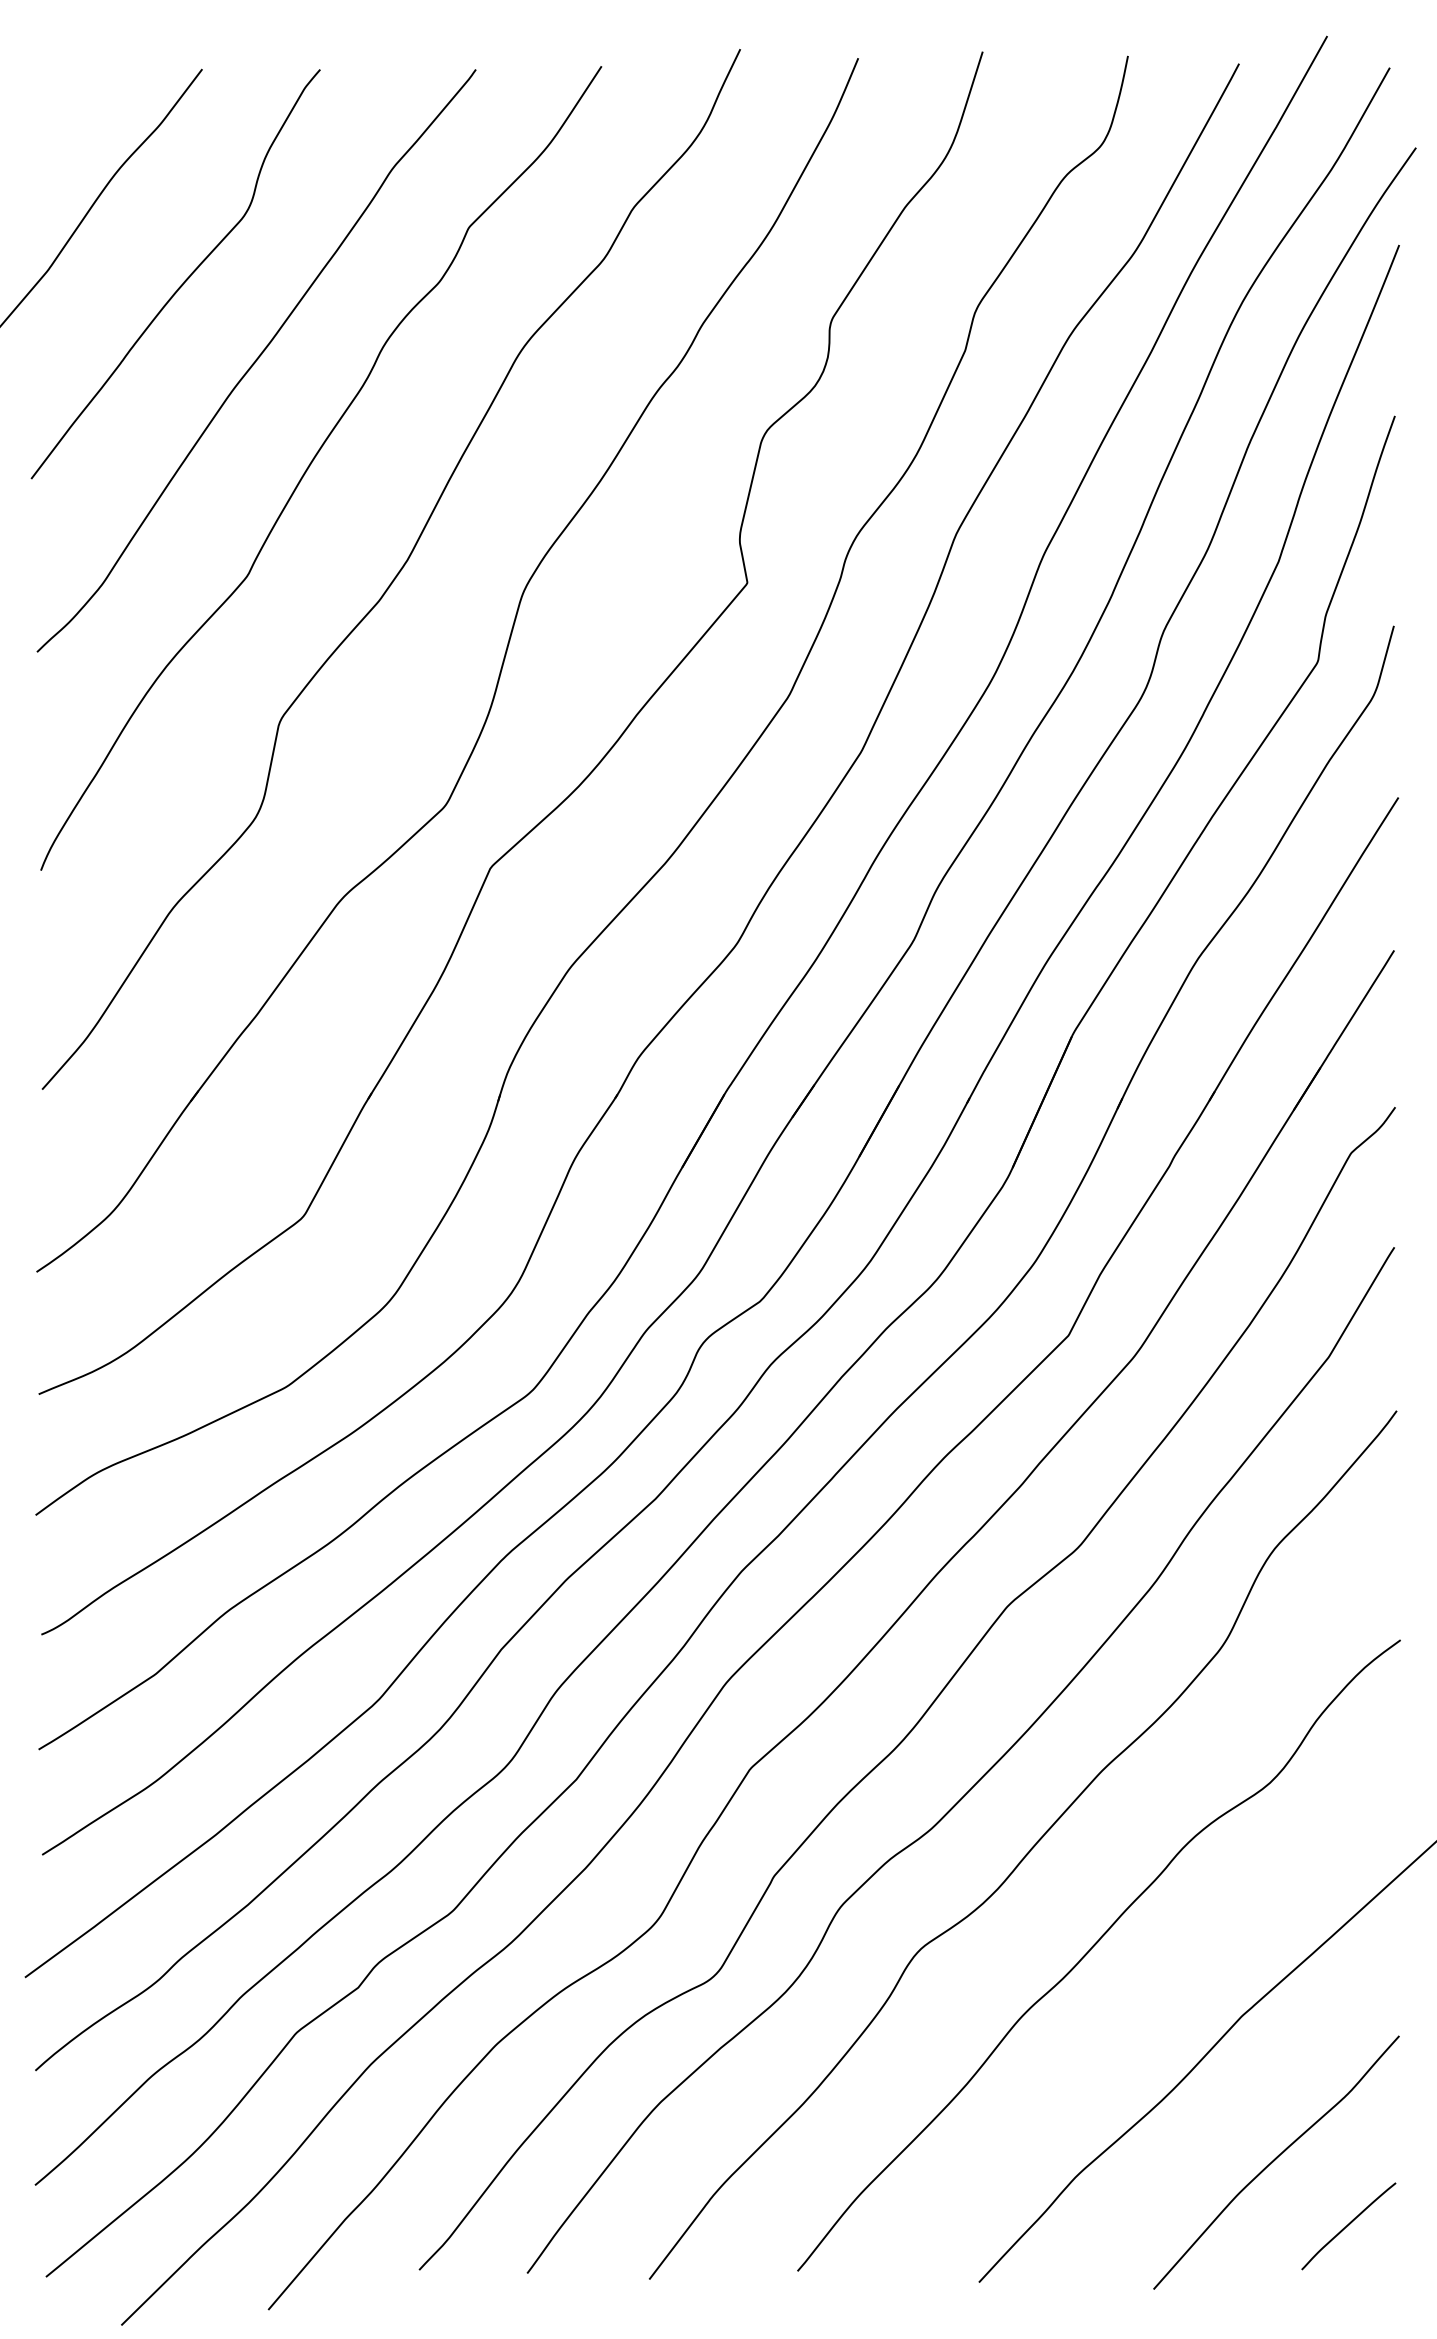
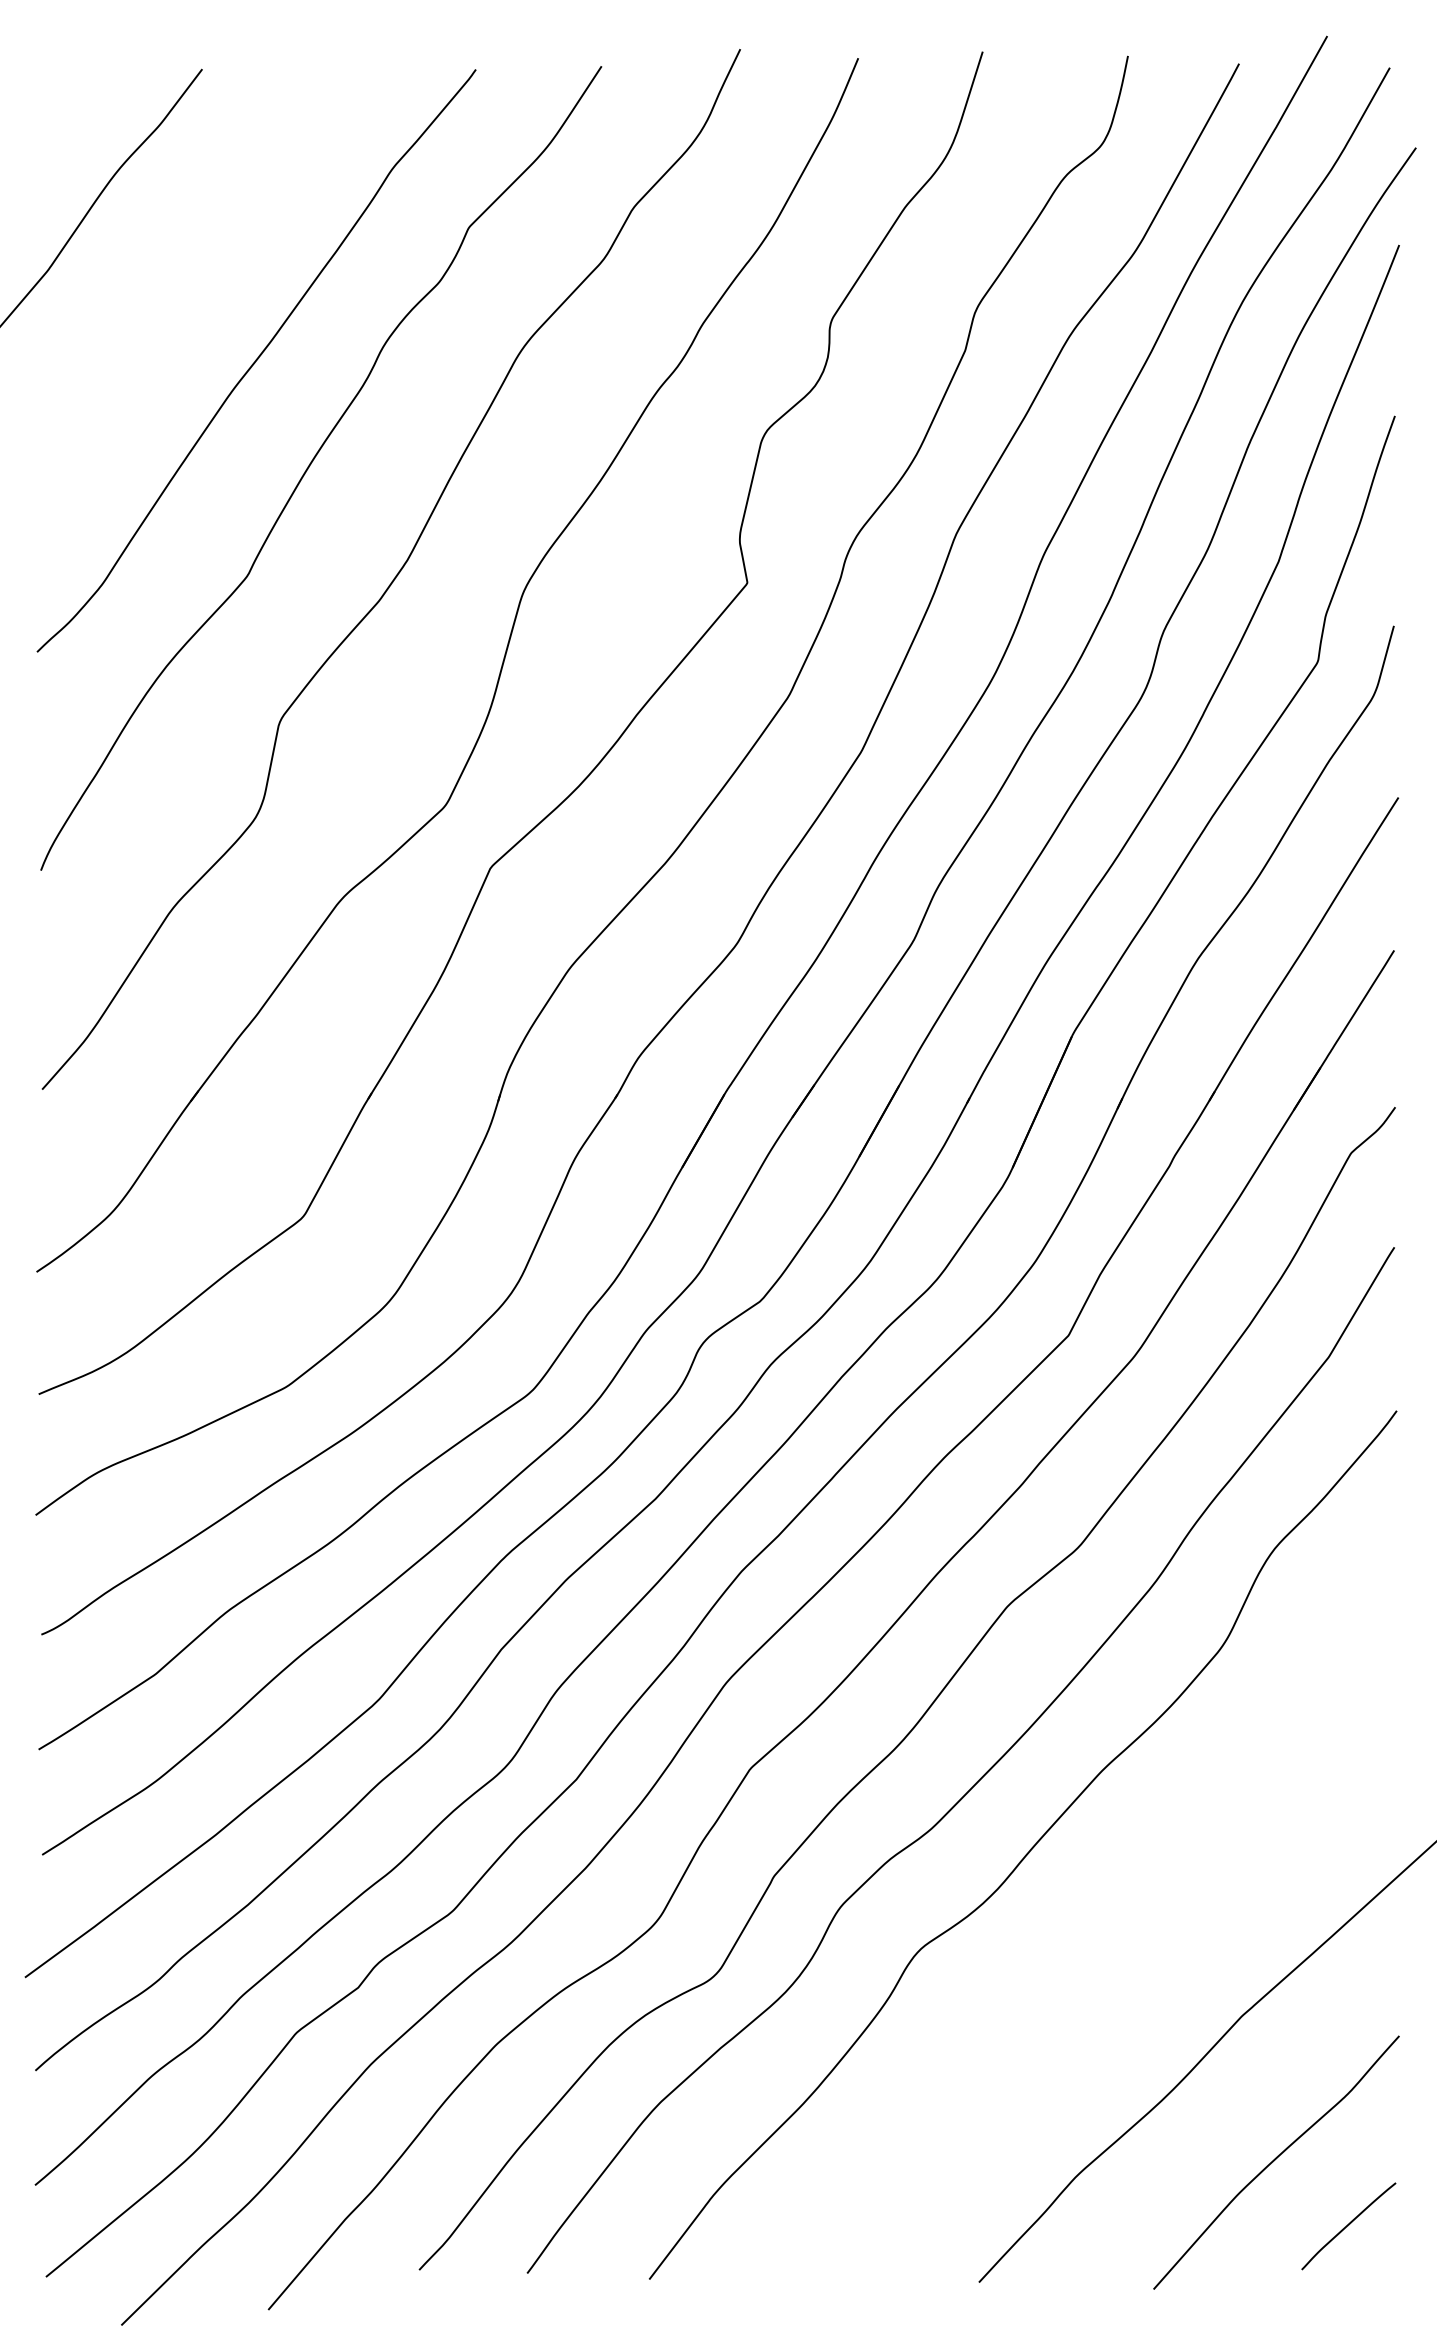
curve at (184, 280): present -> none
curve at (1092, 1948): present -> none
